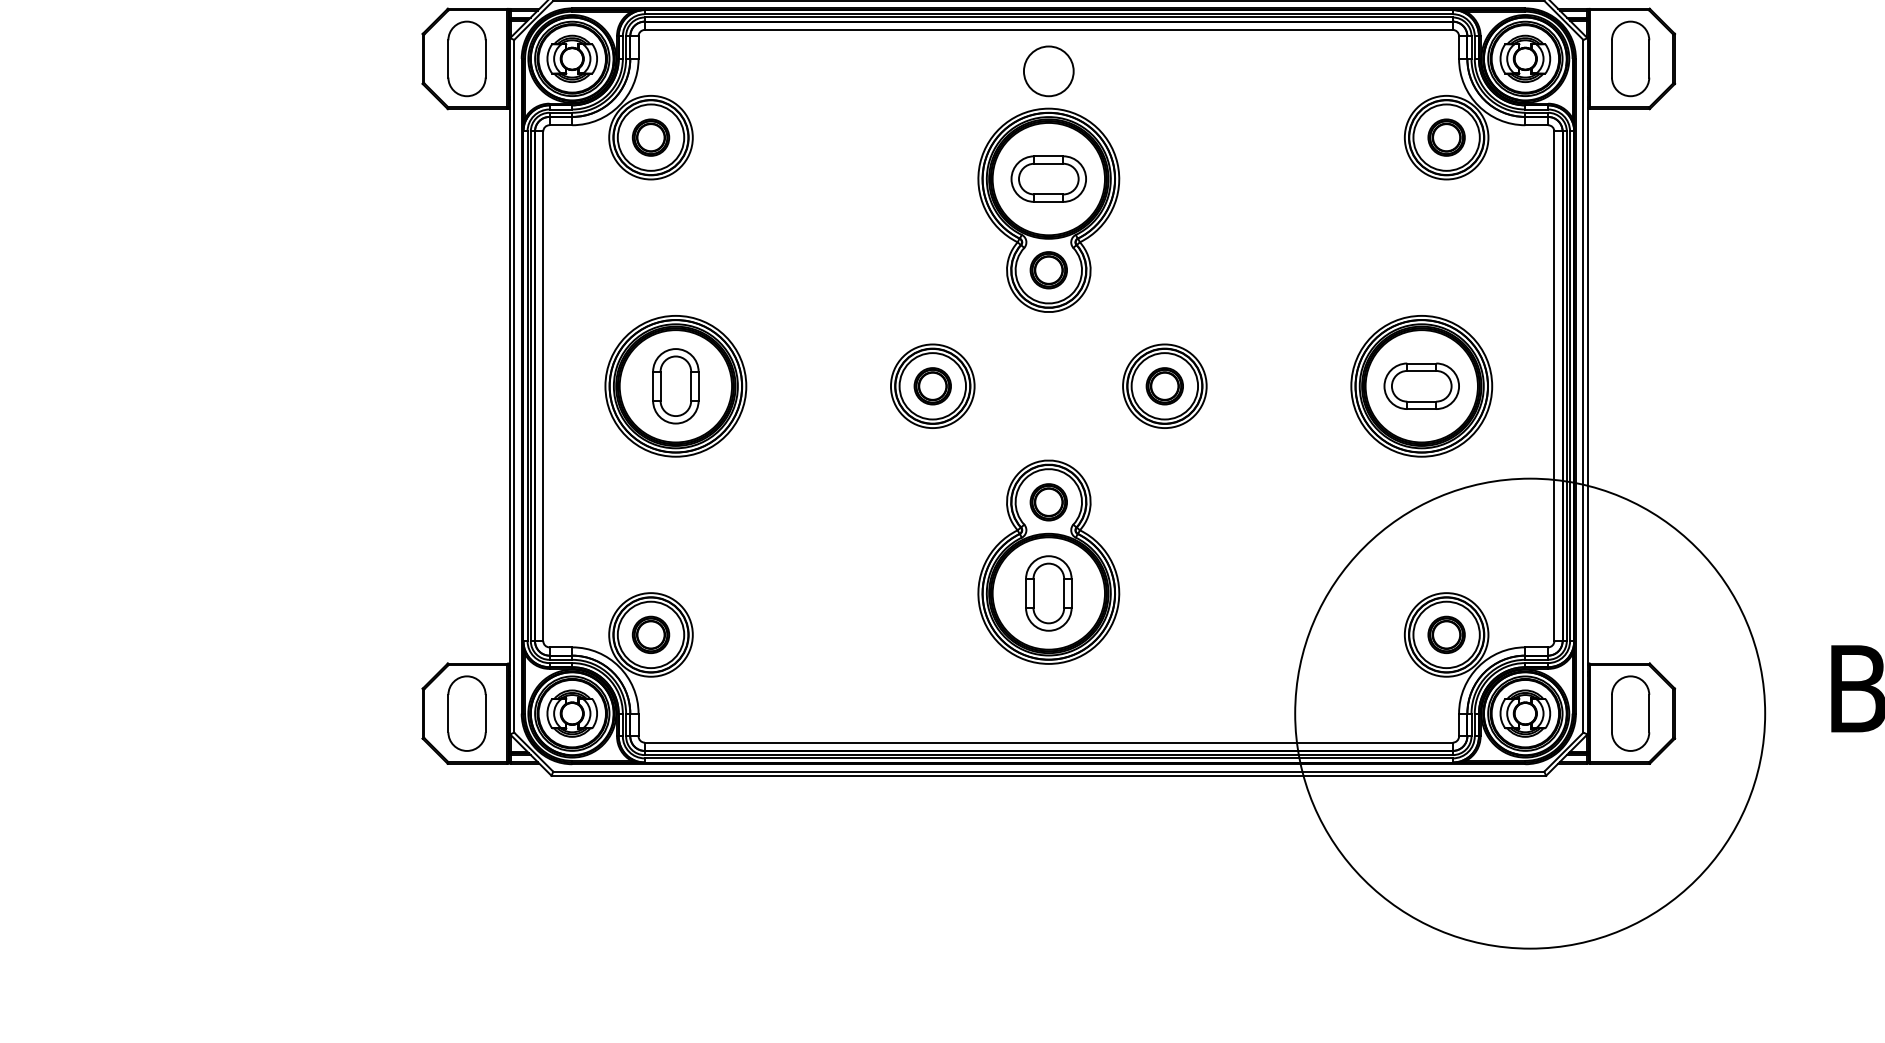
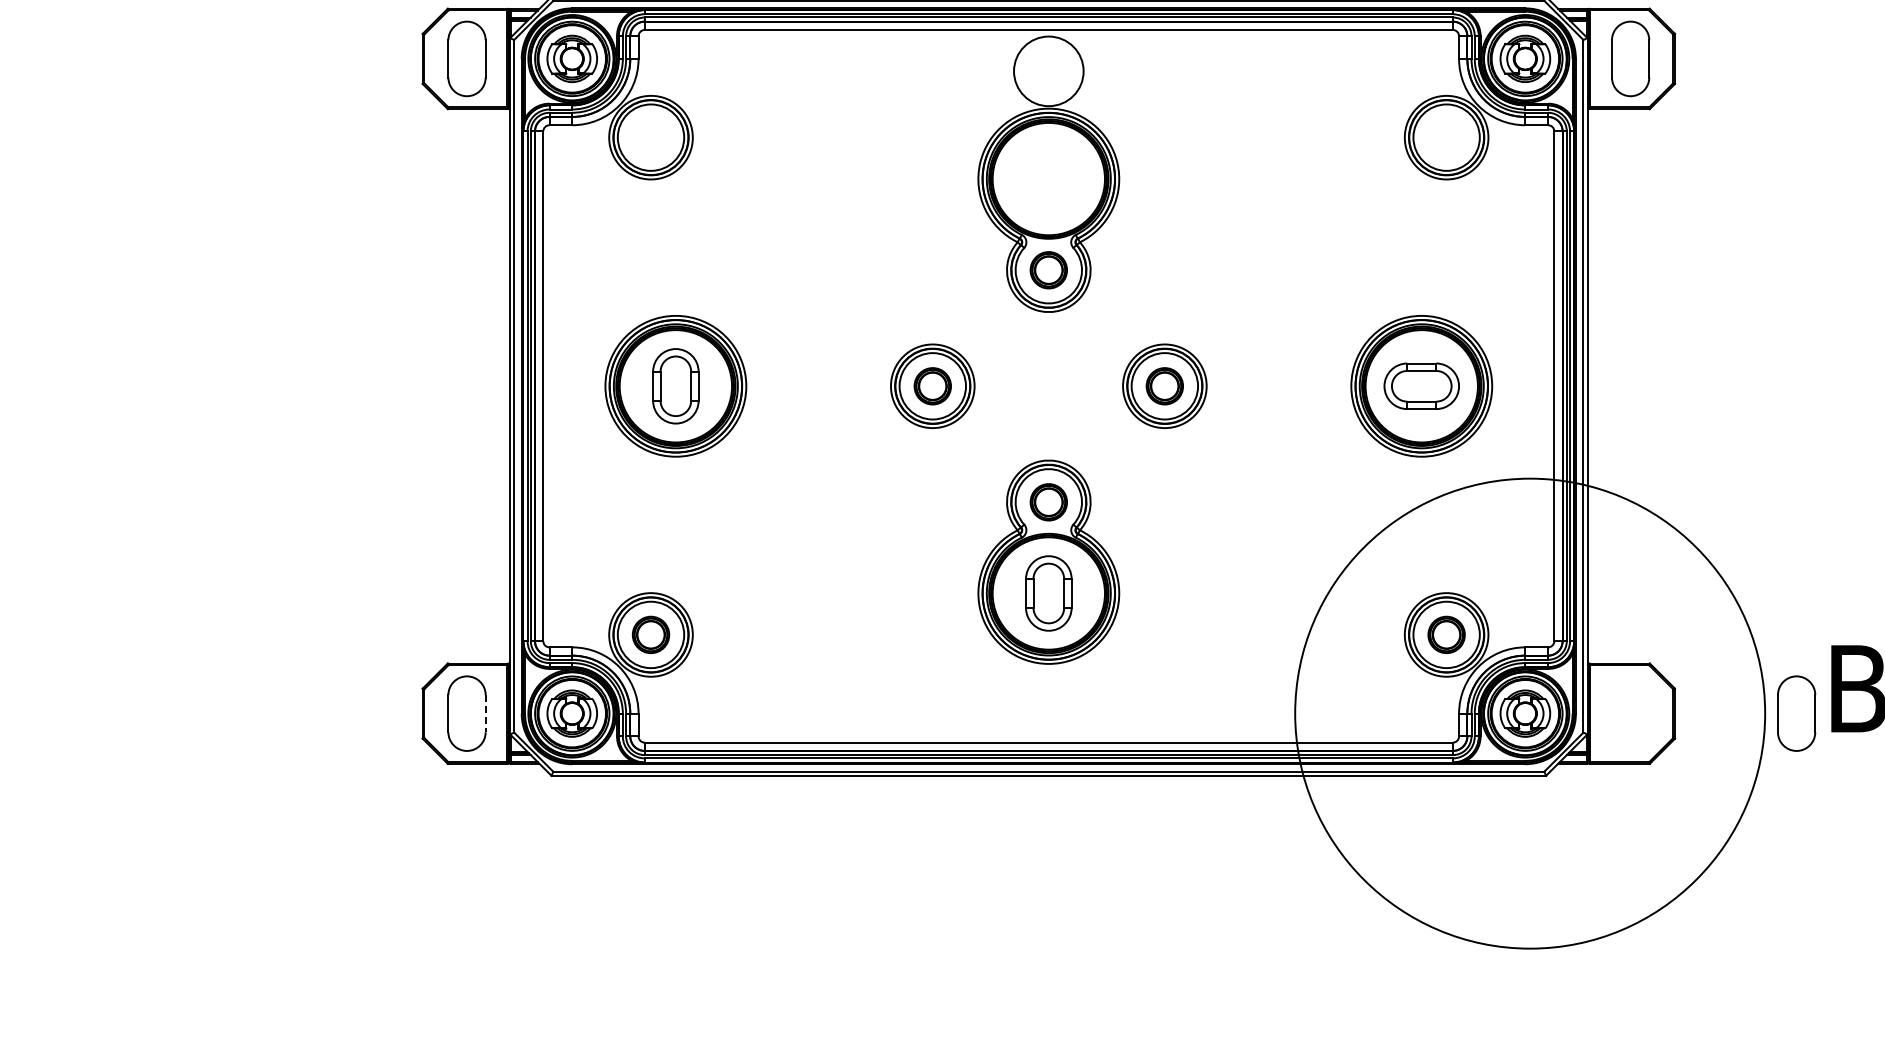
circle at (1048, 71) diameter: 50 px -> 70 px
part at (650, 137): present -> none
part at (1446, 137): present -> none
part at (1048, 178): present -> none
line at (485, 713): solid -> dashed
part at (1630, 713) position: (1630, 713) -> (1796, 713)
